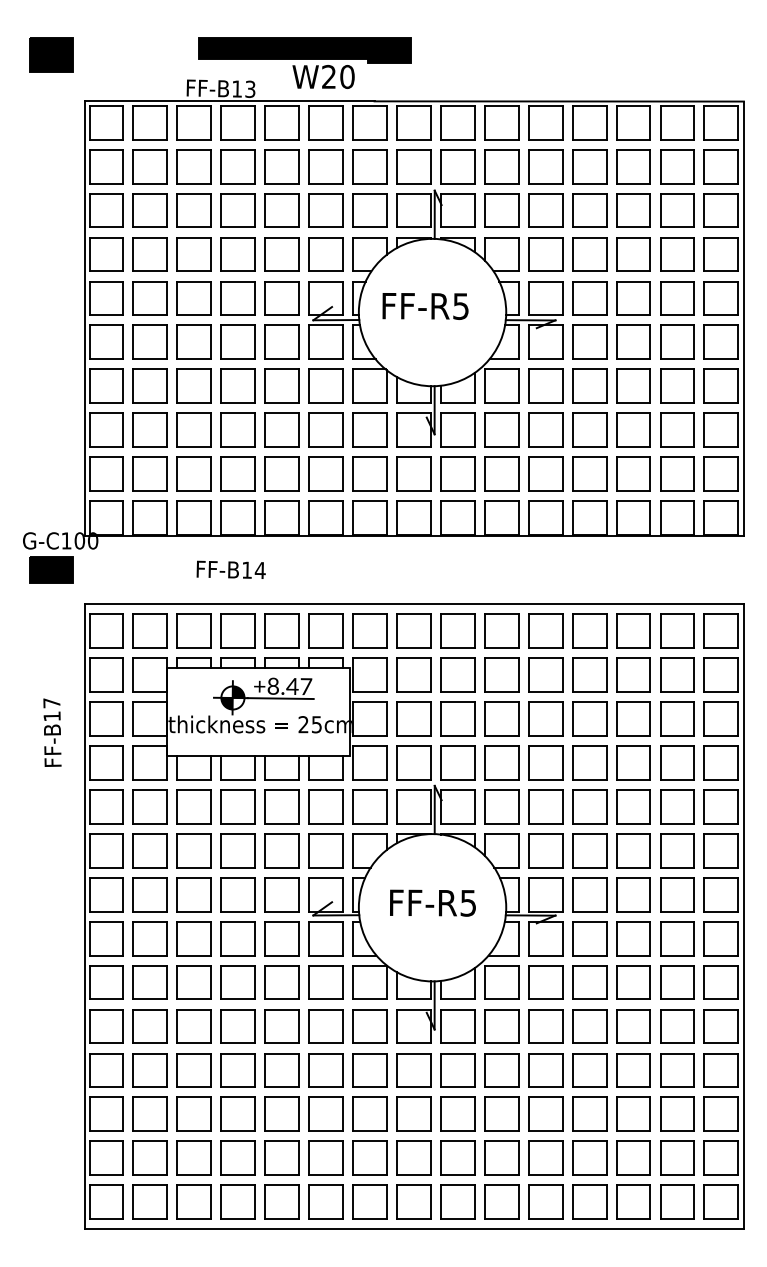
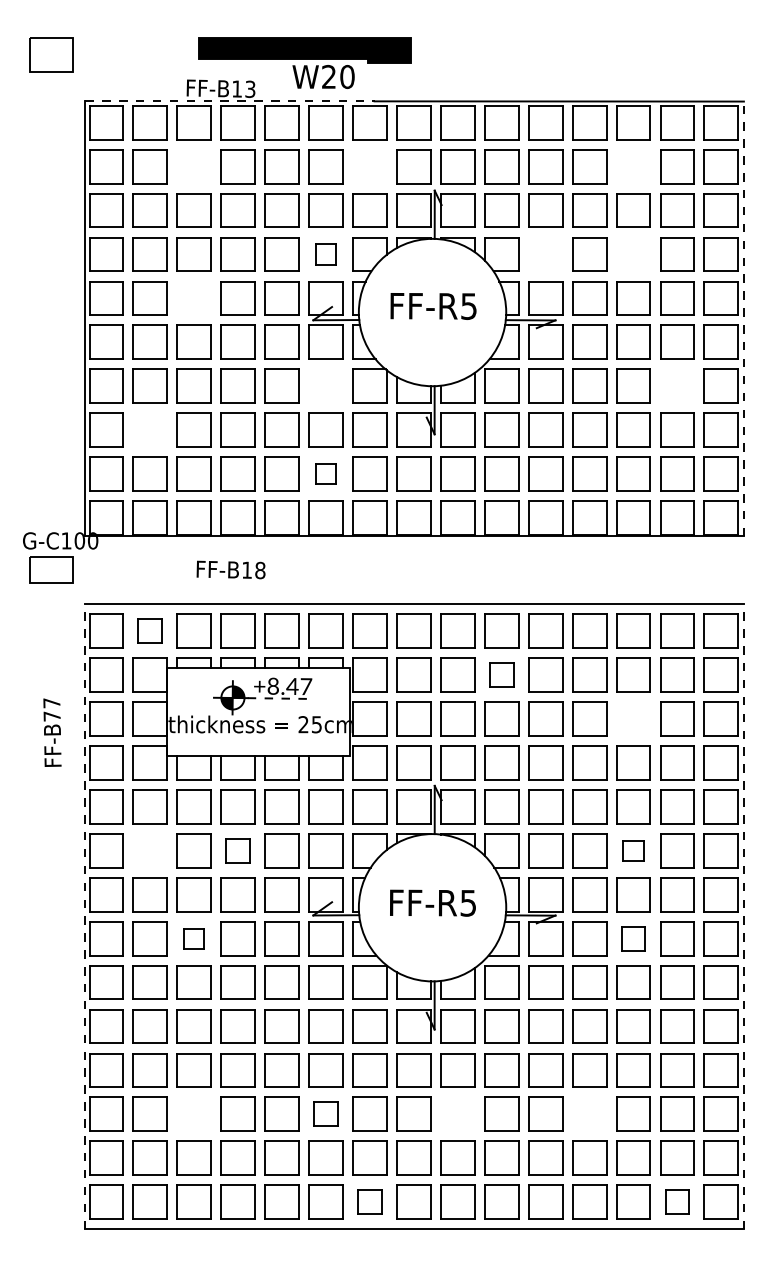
fill at (51, 54): present -> none
line at (229, 101): solid -> dashed
part at (193, 166): present -> none
part at (369, 166): present -> none
part at (633, 166): present -> none
part at (325, 254) size: 36x35 px -> 22x23 px
part at (545, 254): present -> none
part at (633, 254): present -> none
part at (193, 298): present -> none
text at (425, 306) position: (425, 306) -> (433, 306)
line at (743, 318): solid -> dashed
part at (325, 385): present -> none
part at (677, 385): present -> none
part at (149, 429): present -> none
part at (325, 473) size: 36x36 px -> 22x22 px
fill at (51, 569): present -> none
text at (259, 570): FF-B14 -> FF-B18
part at (149, 630) size: 36x36 px -> 26x26 px
part at (501, 674) size: 36x36 px -> 26x26 px
line at (280, 698): solid -> dashed
text at (51, 716): FF-B17 -> FF-B77
part at (633, 718): present -> none
part at (149, 850): present -> none
part at (237, 850) size: 36x36 px -> 26x26 px
part at (633, 850) size: 35x36 px -> 23x22 px
line at (85, 916): solid -> dashed
line at (743, 916): solid -> dashed
part at (193, 938) size: 36x36 px -> 22x22 px
part at (633, 938) size: 35x36 px -> 25x26 px
part at (193, 1113): present -> none
part at (325, 1113) size: 36x36 px -> 26x26 px
part at (457, 1113): present -> none
part at (589, 1113): present -> none
part at (369, 1201) size: 36x36 px -> 26x26 px
part at (677, 1201) size: 35x36 px -> 25x26 px
